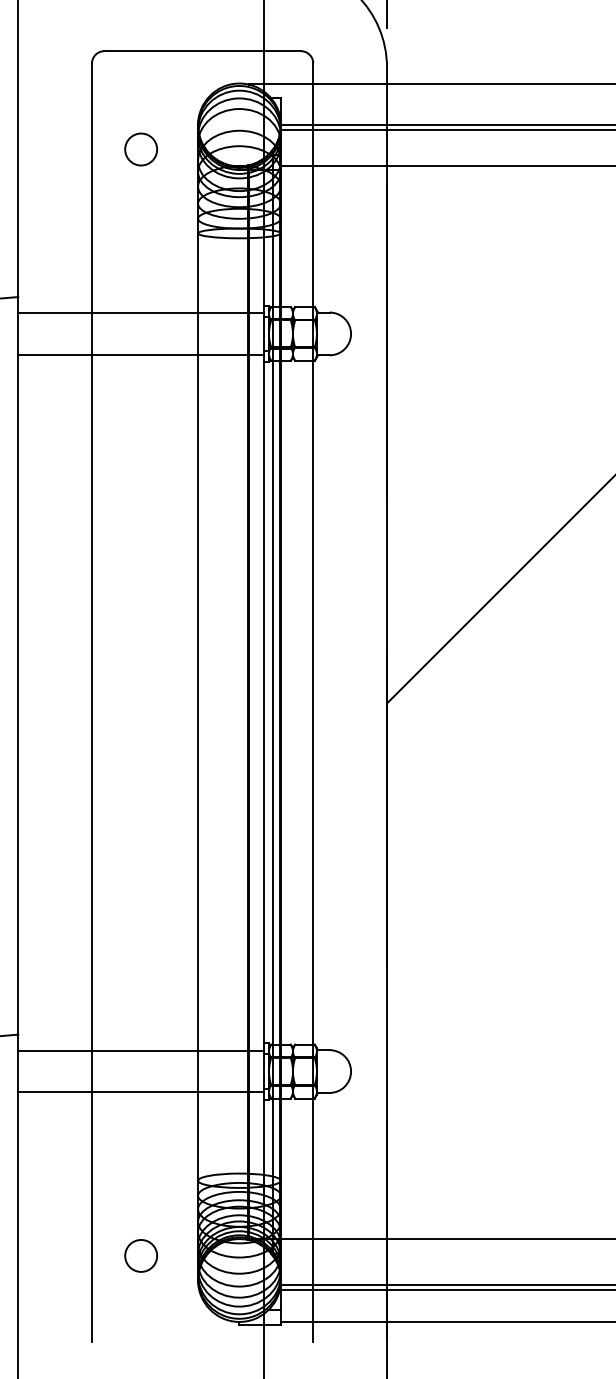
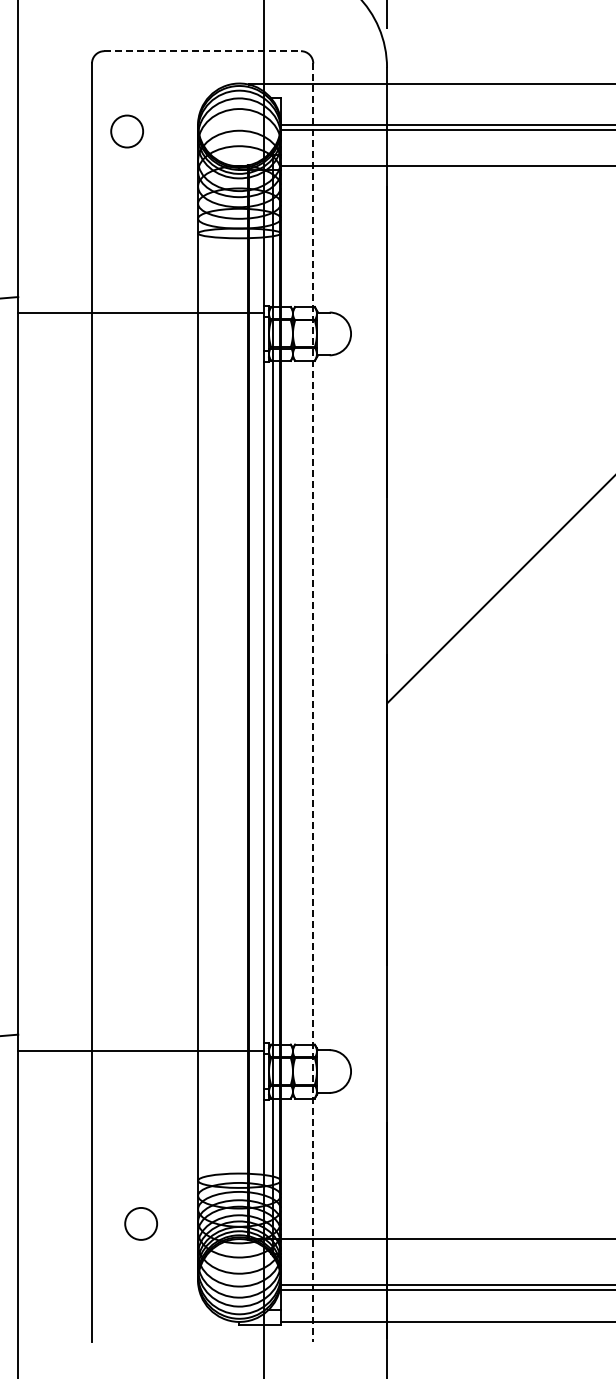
line at (203, 51): solid -> dashed
circle at (140, 149) position: (140, 149) -> (126, 131)
line at (141, 354): present -> none
line at (313, 703): solid -> dashed
line at (141, 1092): present -> none
circle at (140, 1255) position: (140, 1255) -> (140, 1223)
